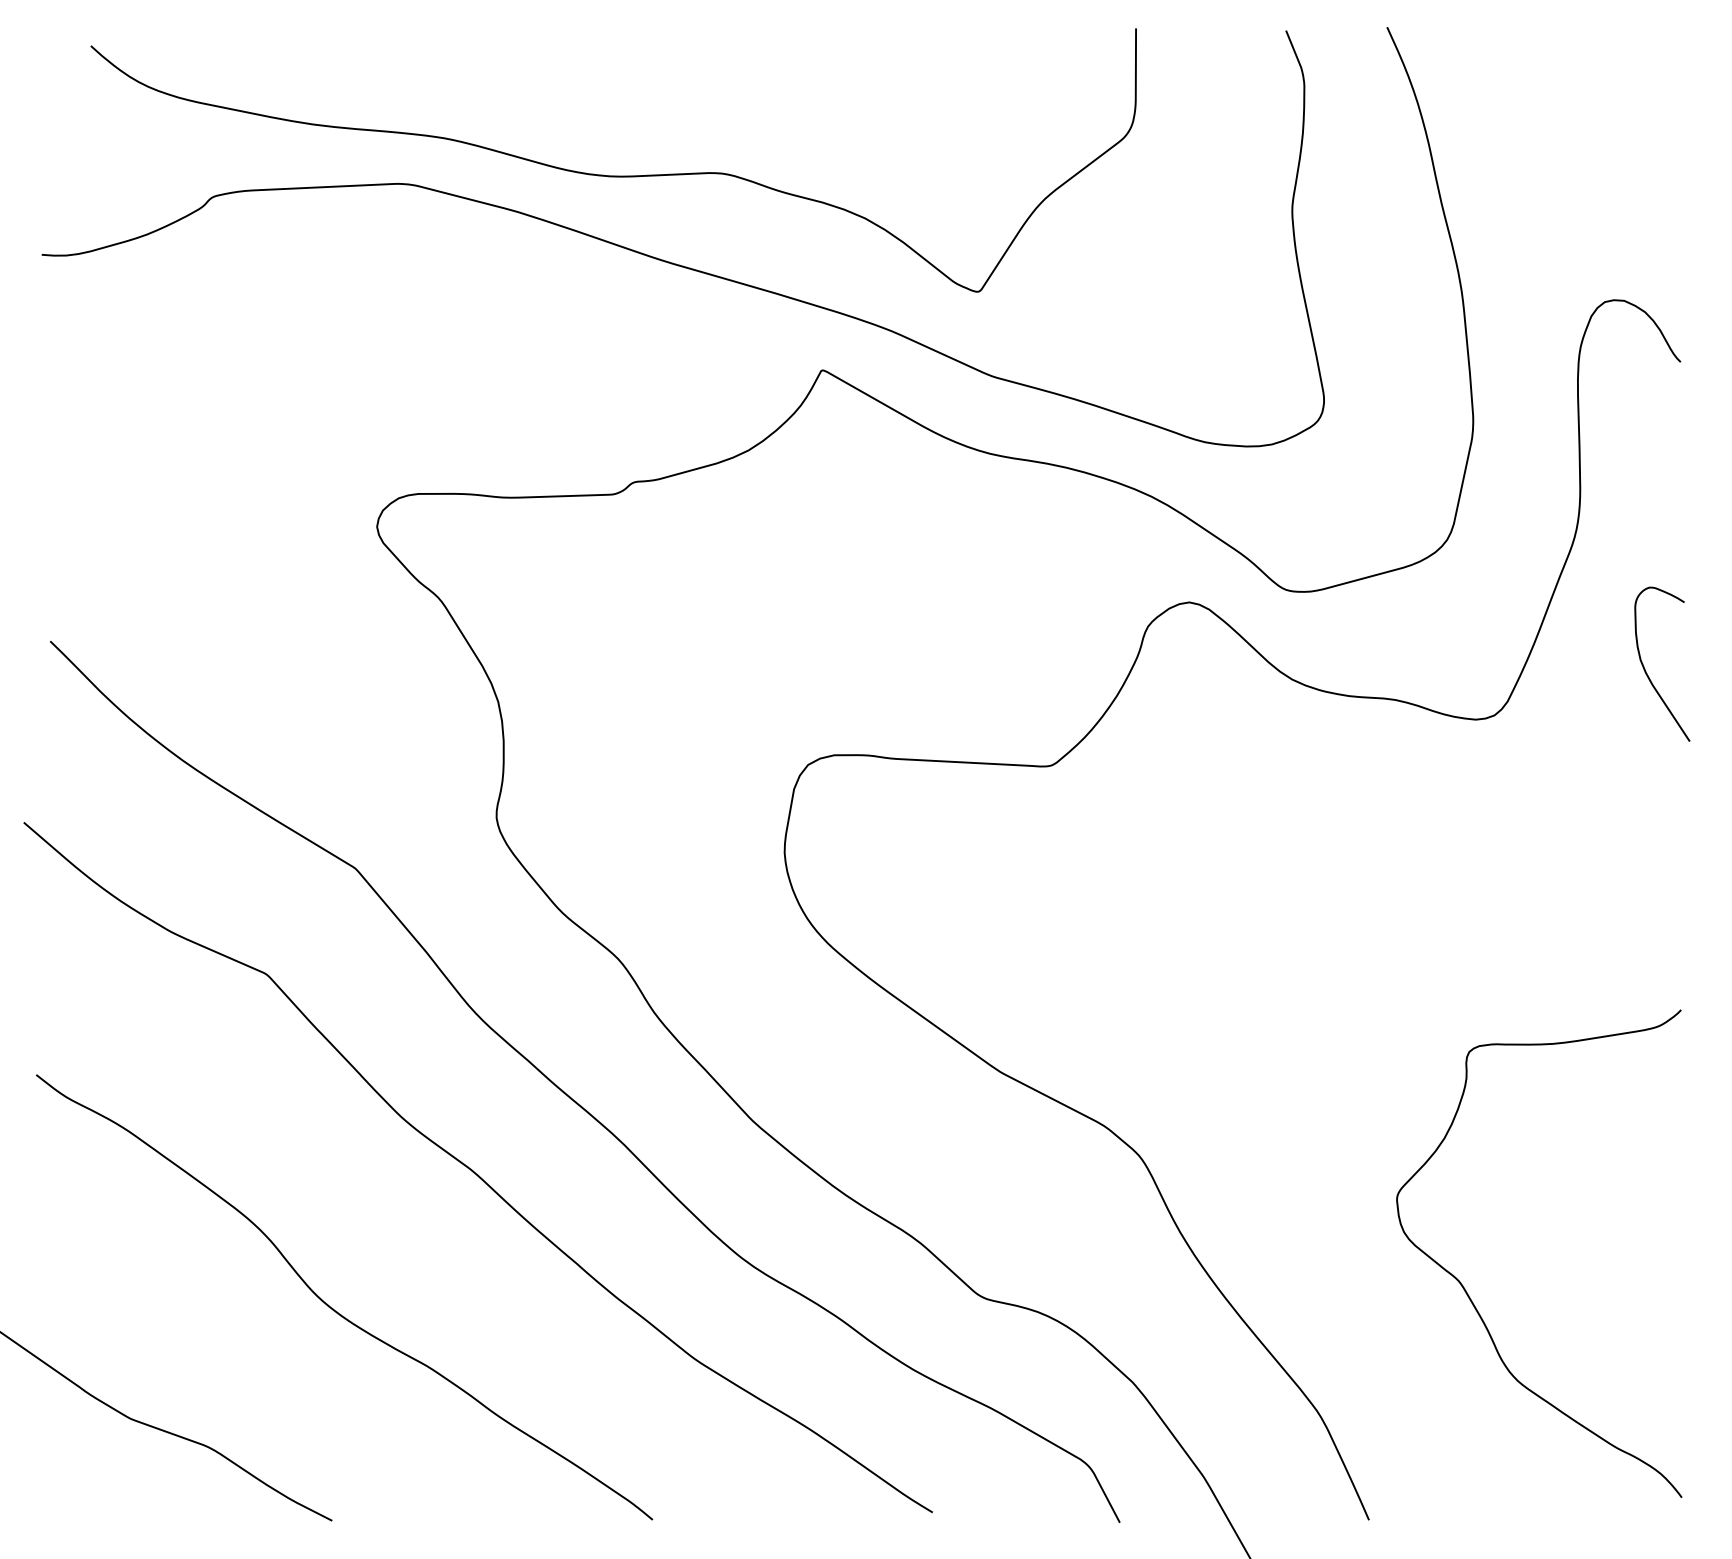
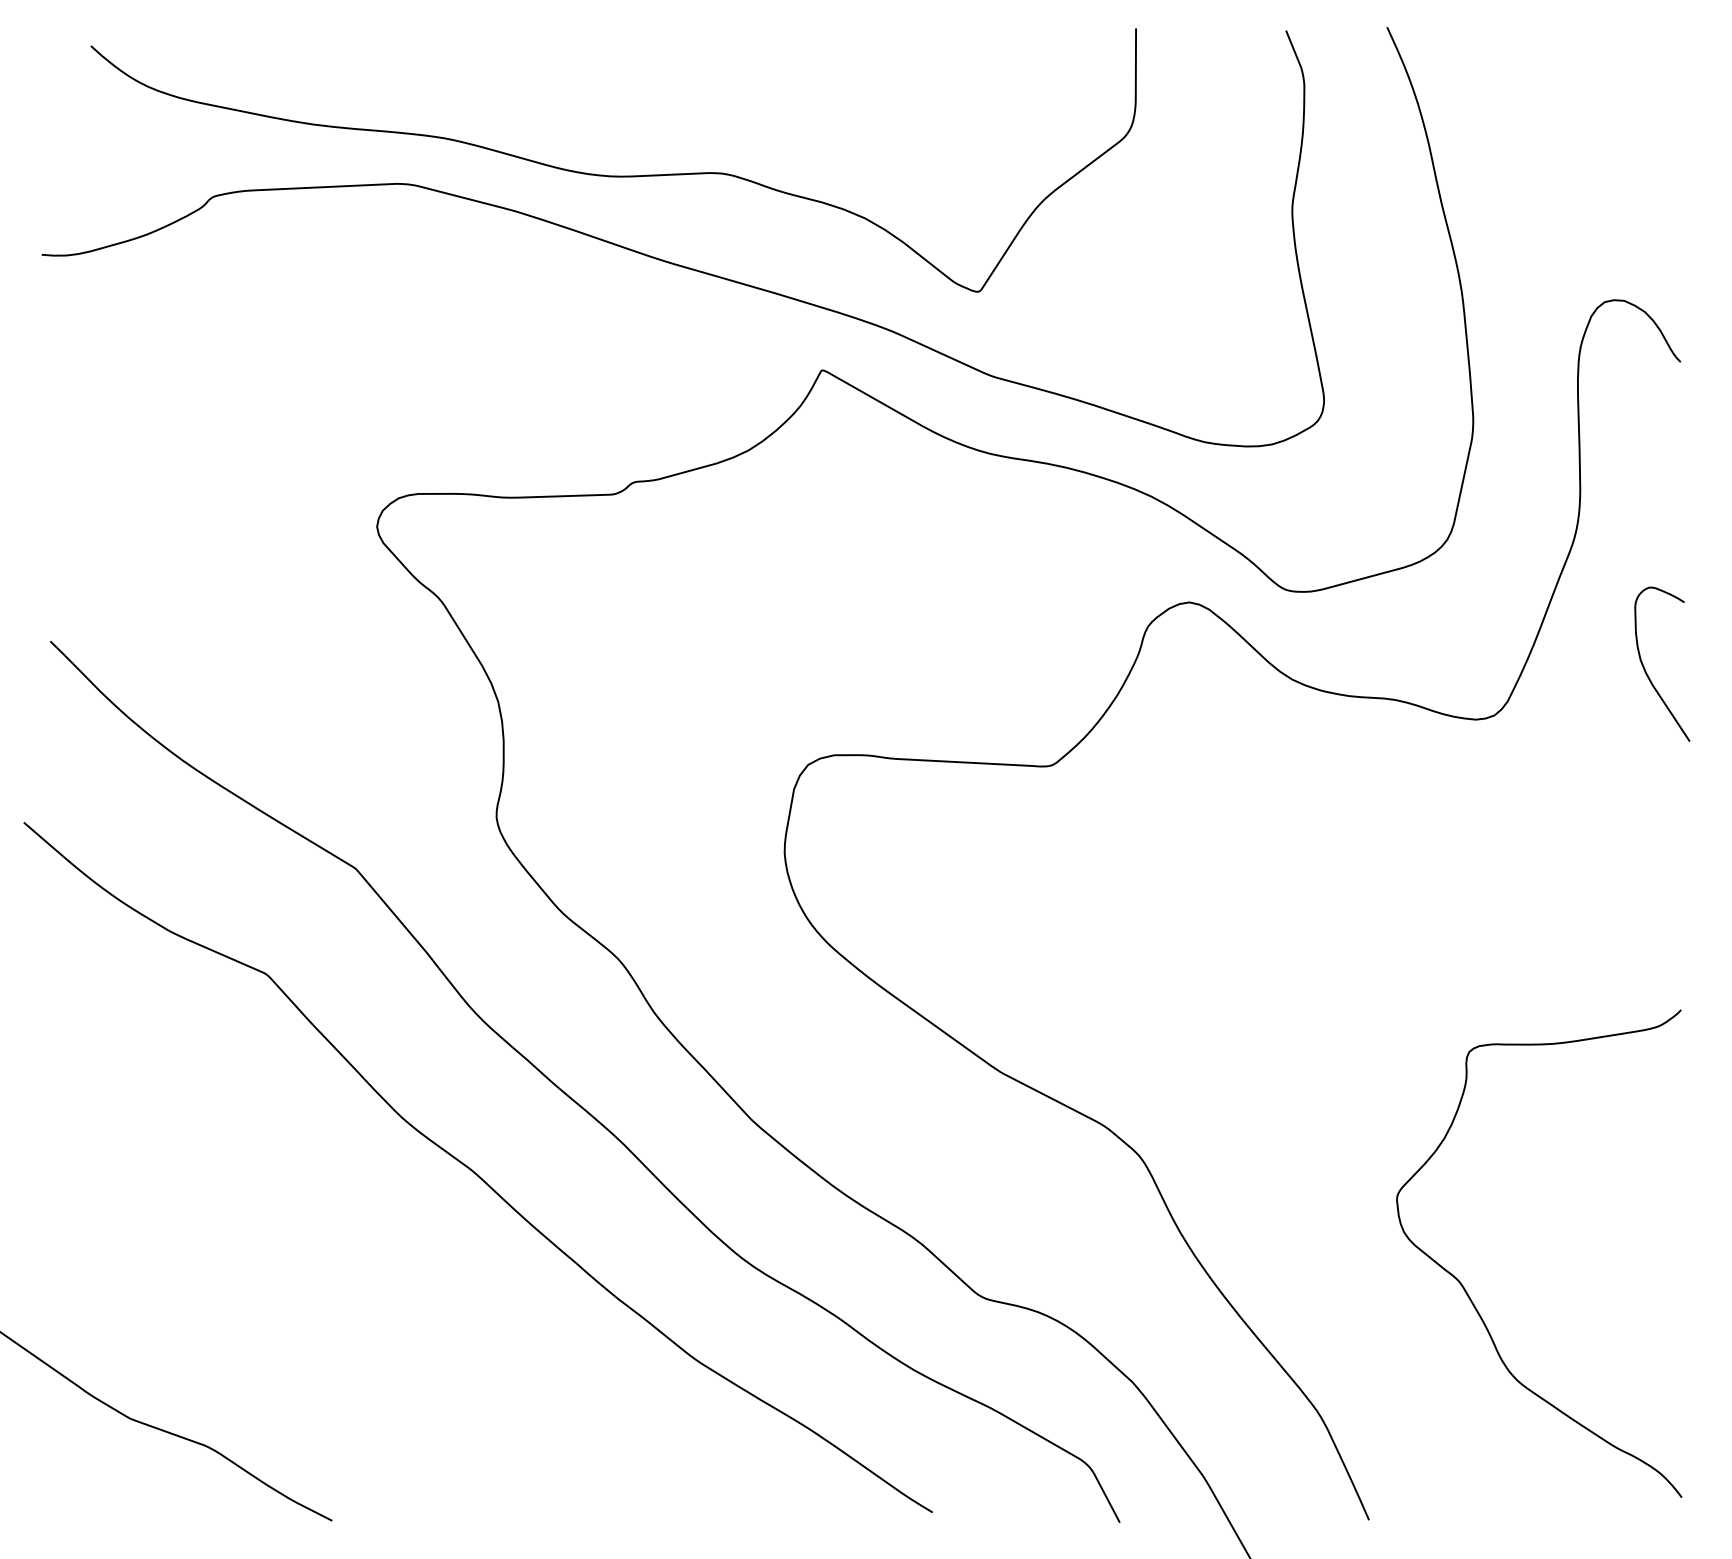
curve at (333, 1308): present -> none
